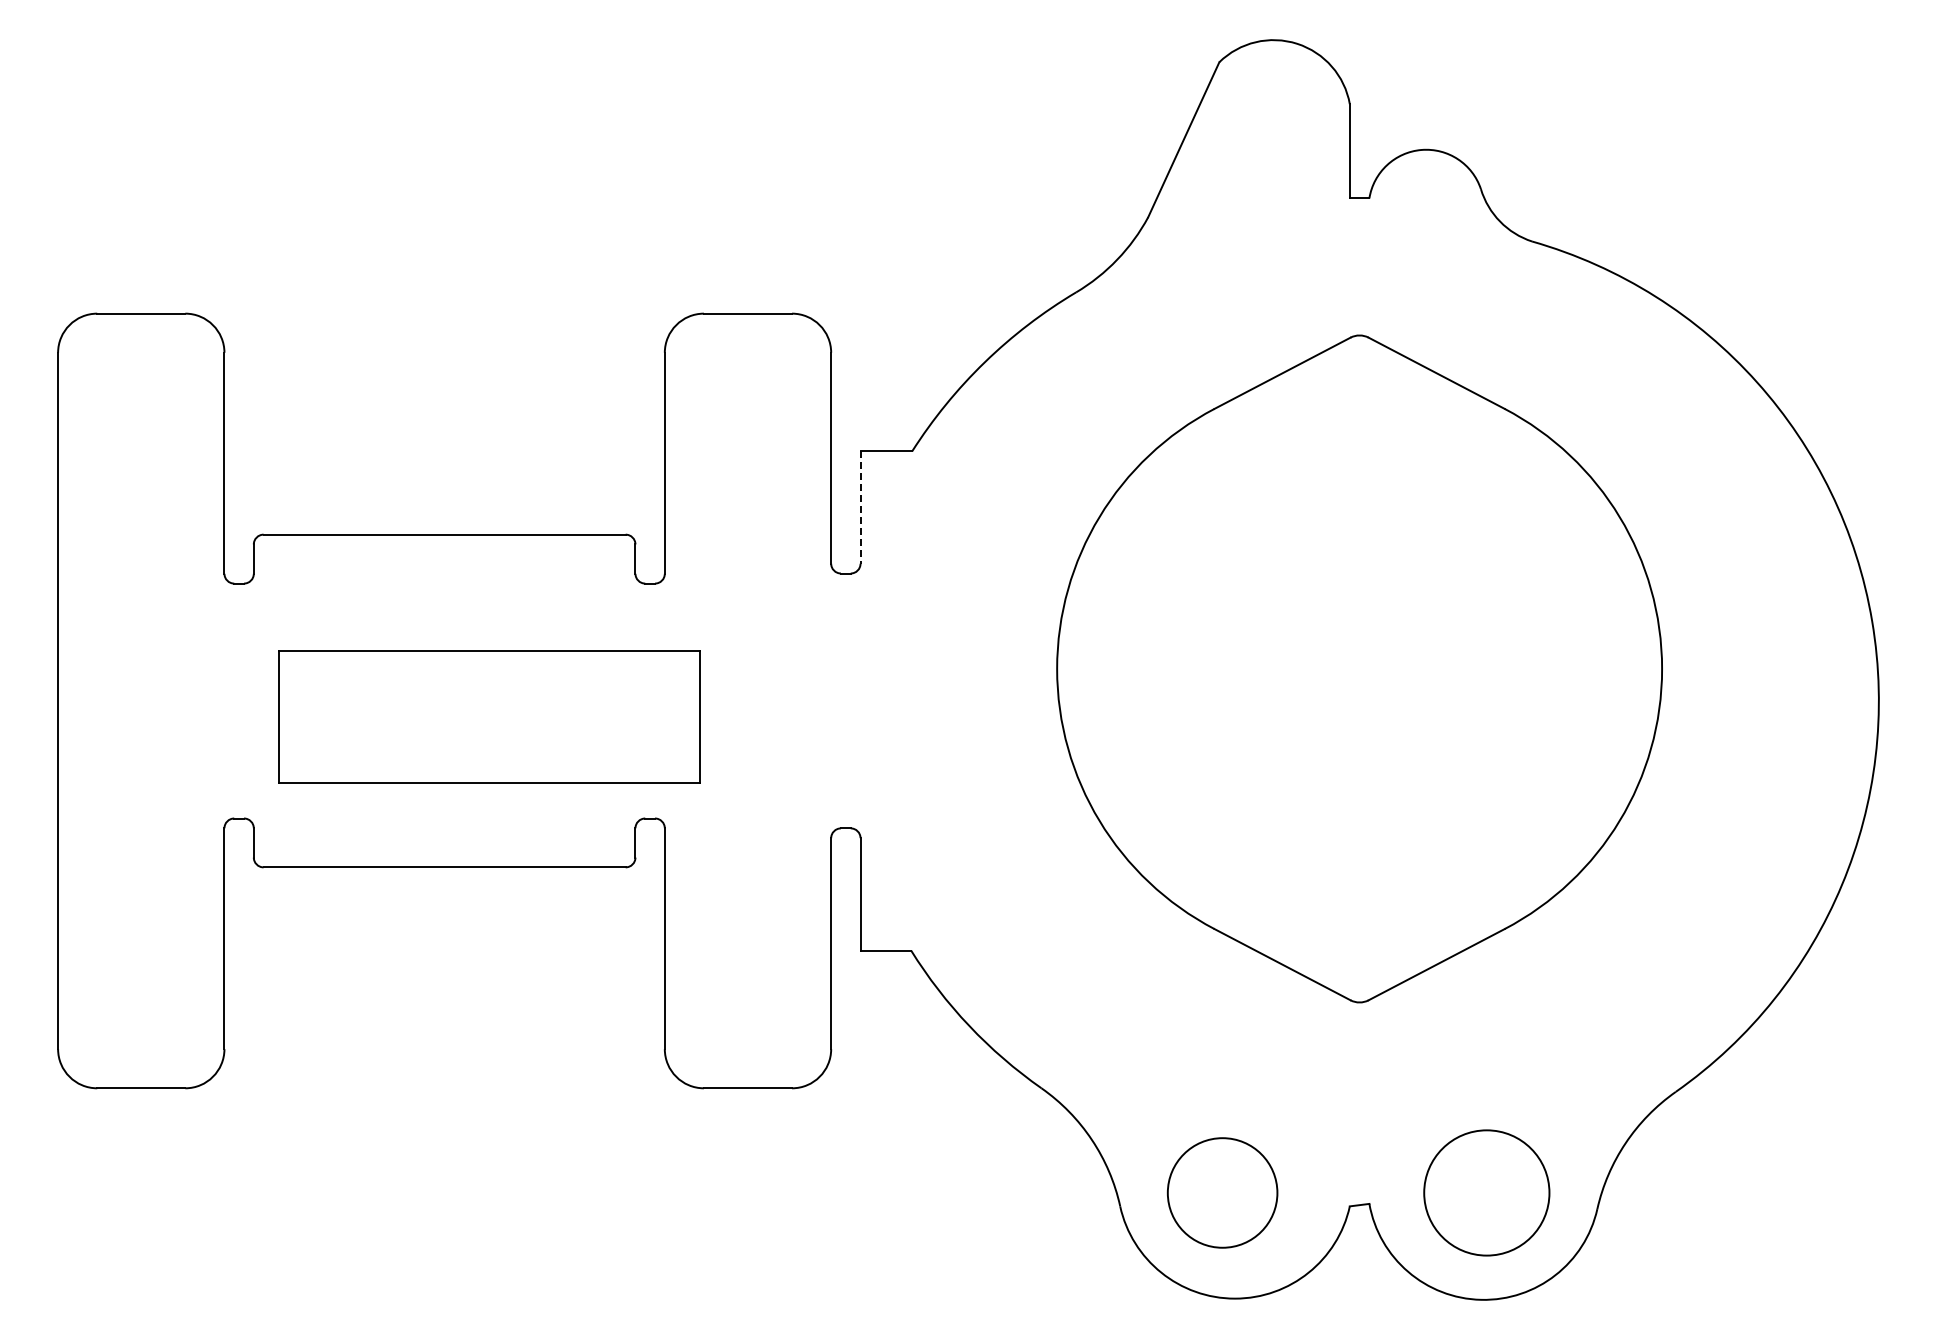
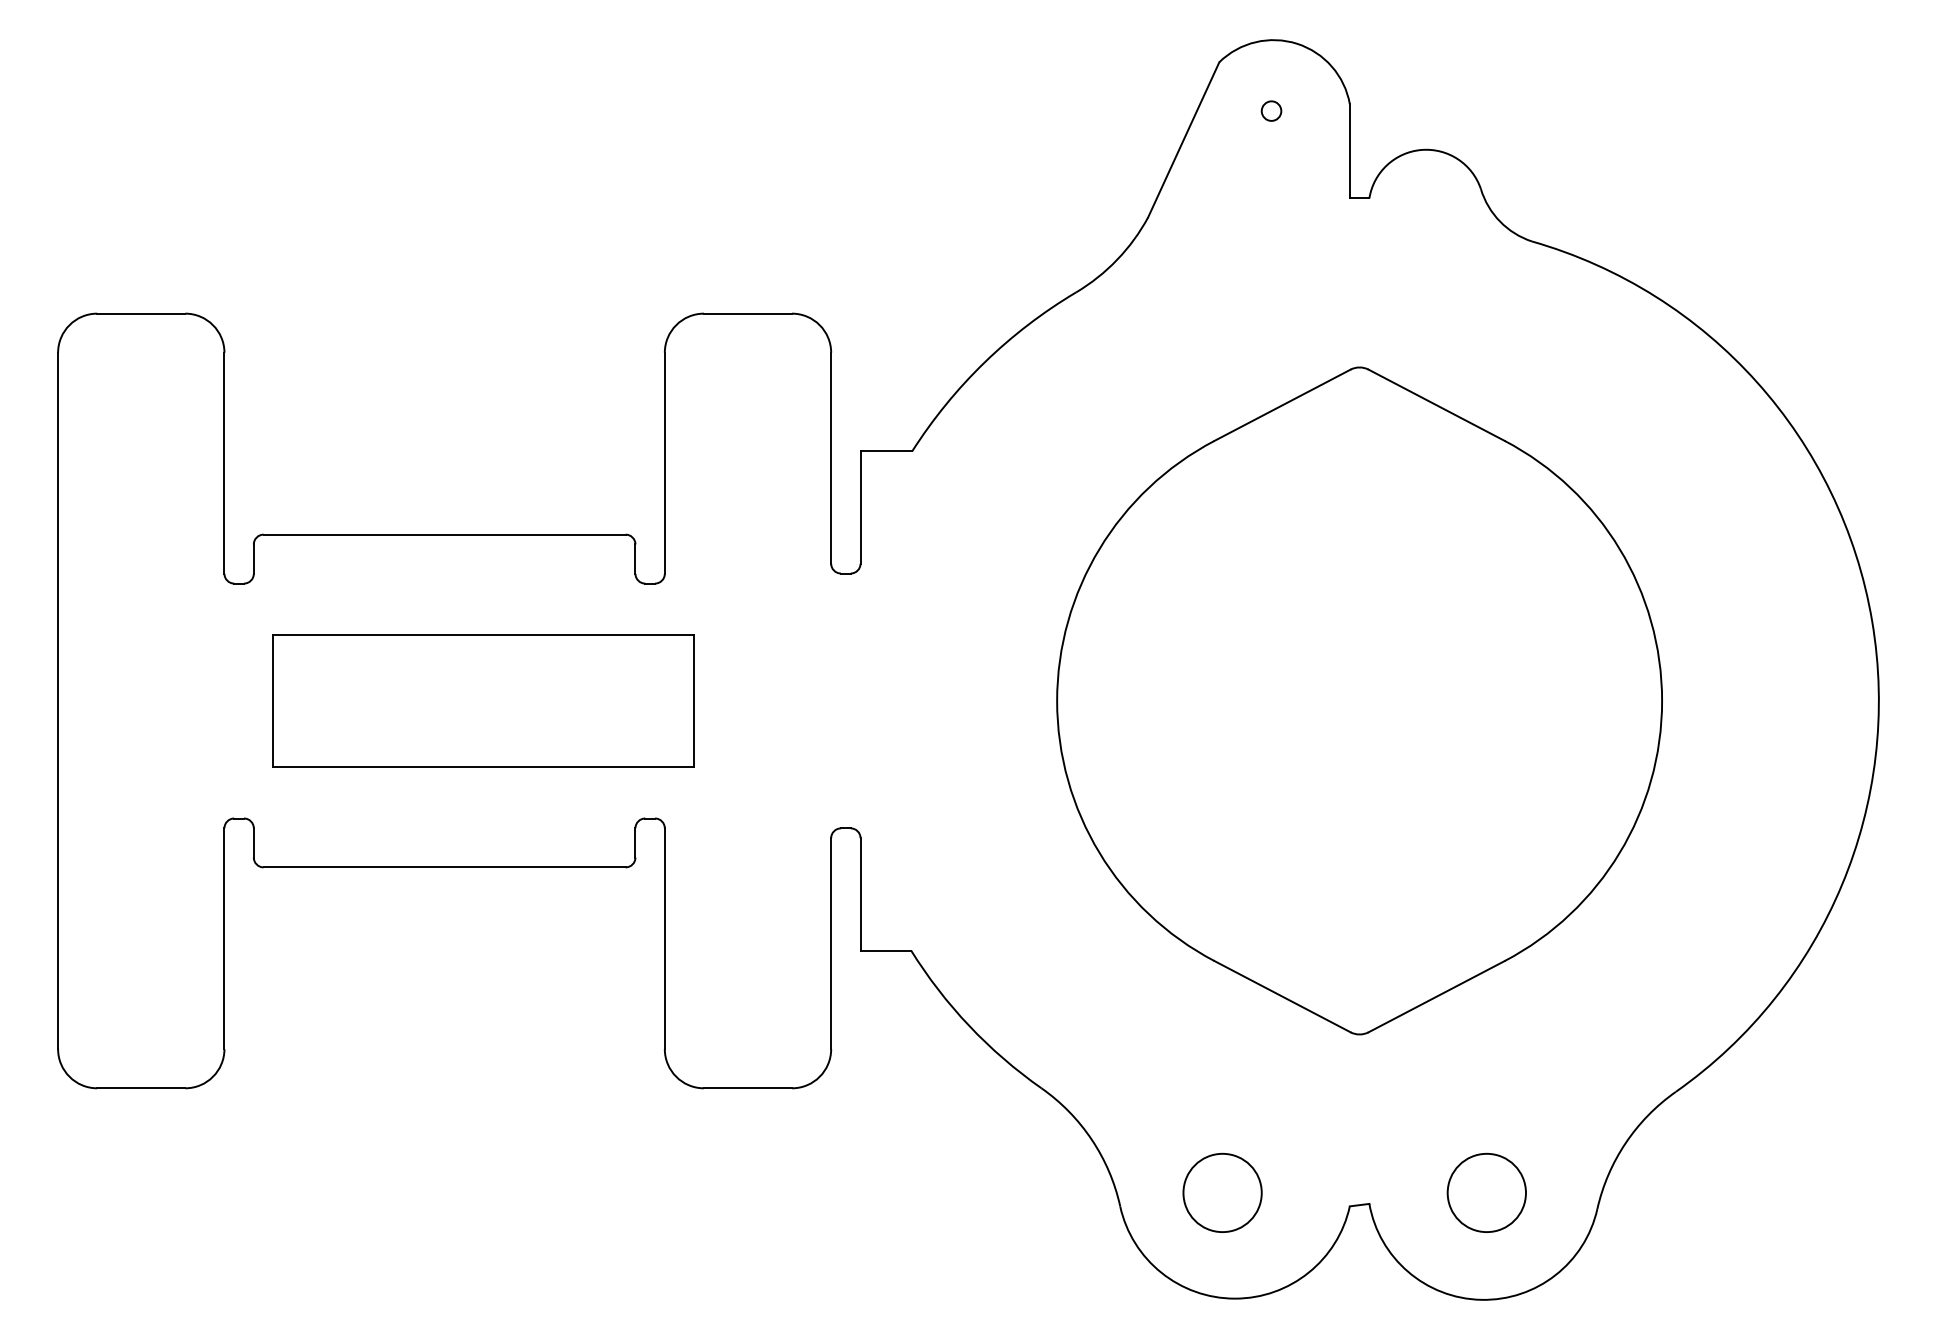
circle at (1271, 110): none -> present
line at (860, 508): dashed -> solid
part at (1359, 668) position: (1359, 668) -> (1359, 700)
part at (489, 716) position: (489, 716) -> (483, 700)
circle at (1222, 1192) diameter: 110 px -> 78 px
circle at (1486, 1192) diameter: 125 px -> 78 px
